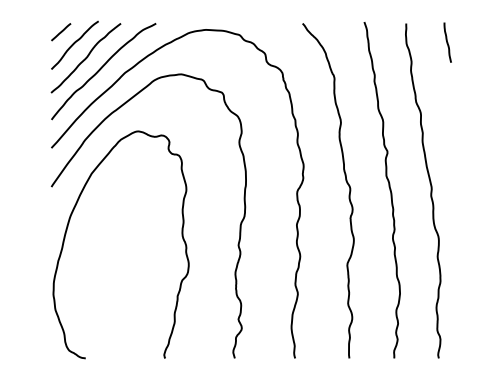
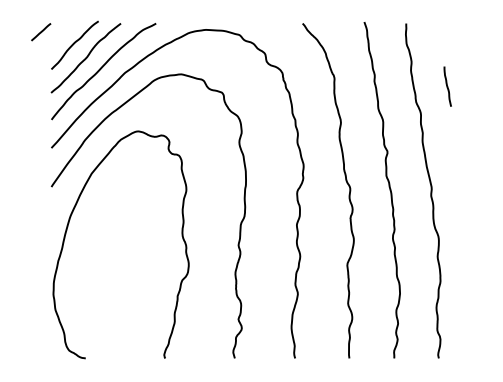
line at (61, 32) position: (61, 32) -> (41, 32)
line at (447, 42) position: (447, 42) -> (447, 86)
